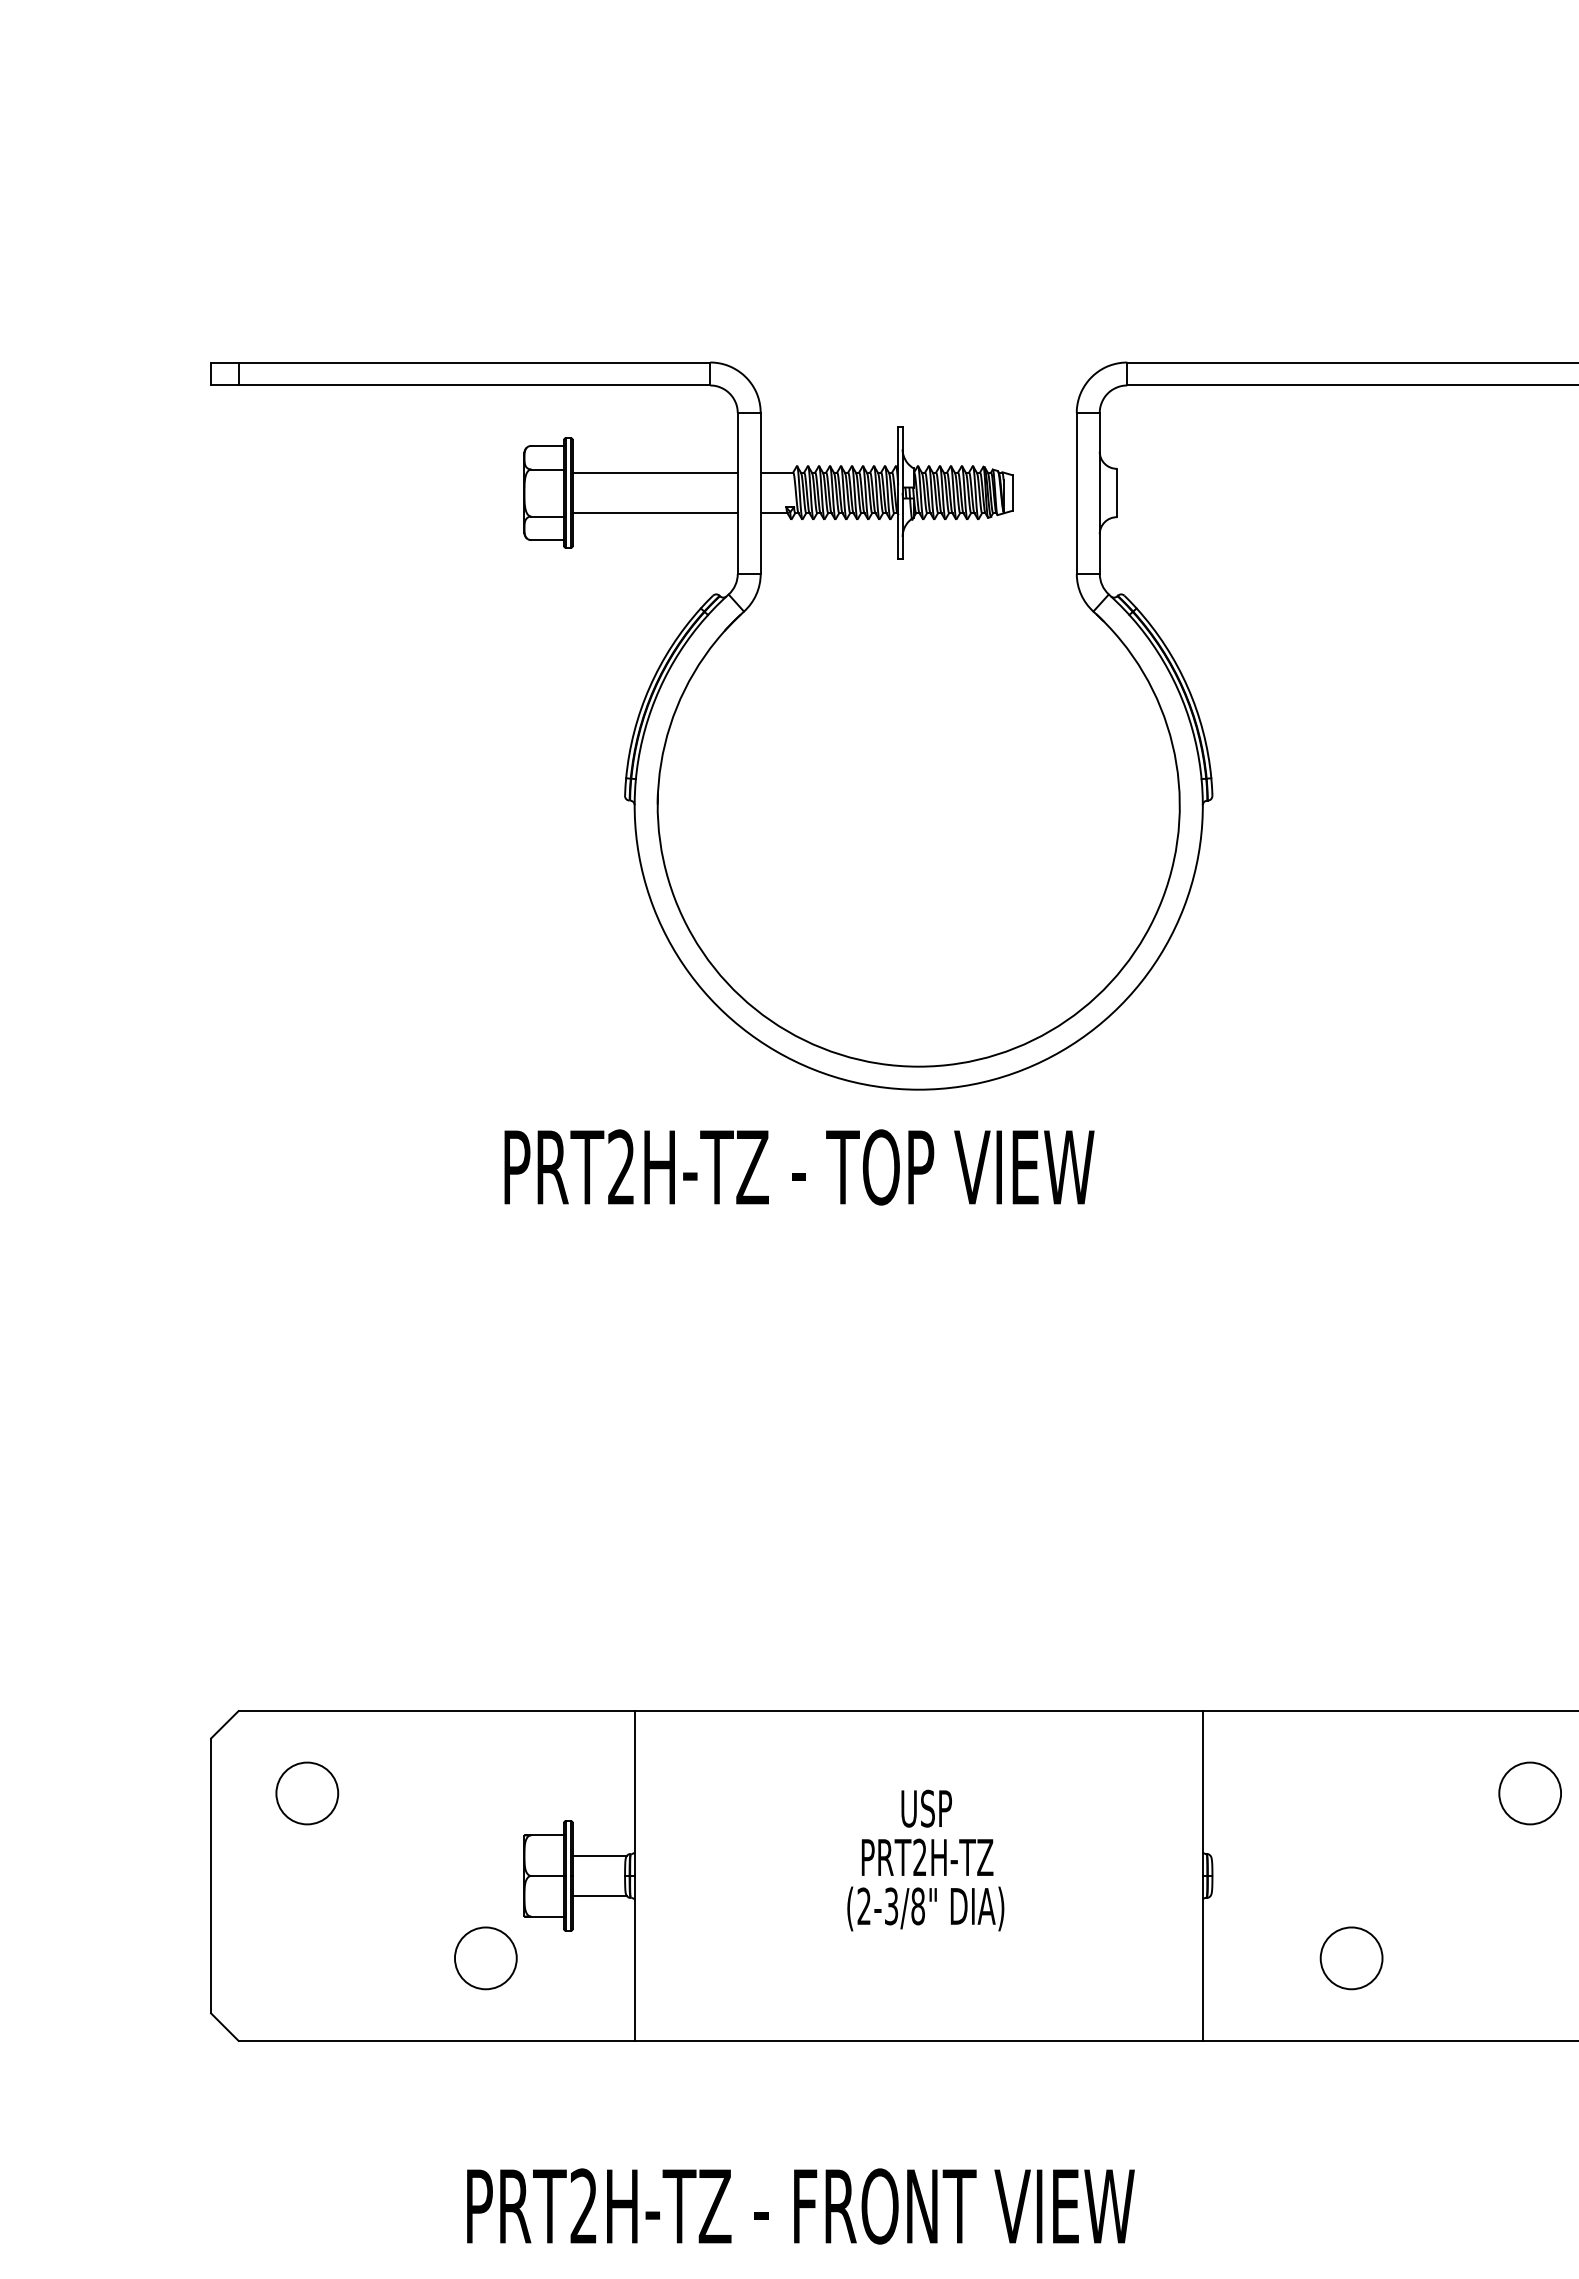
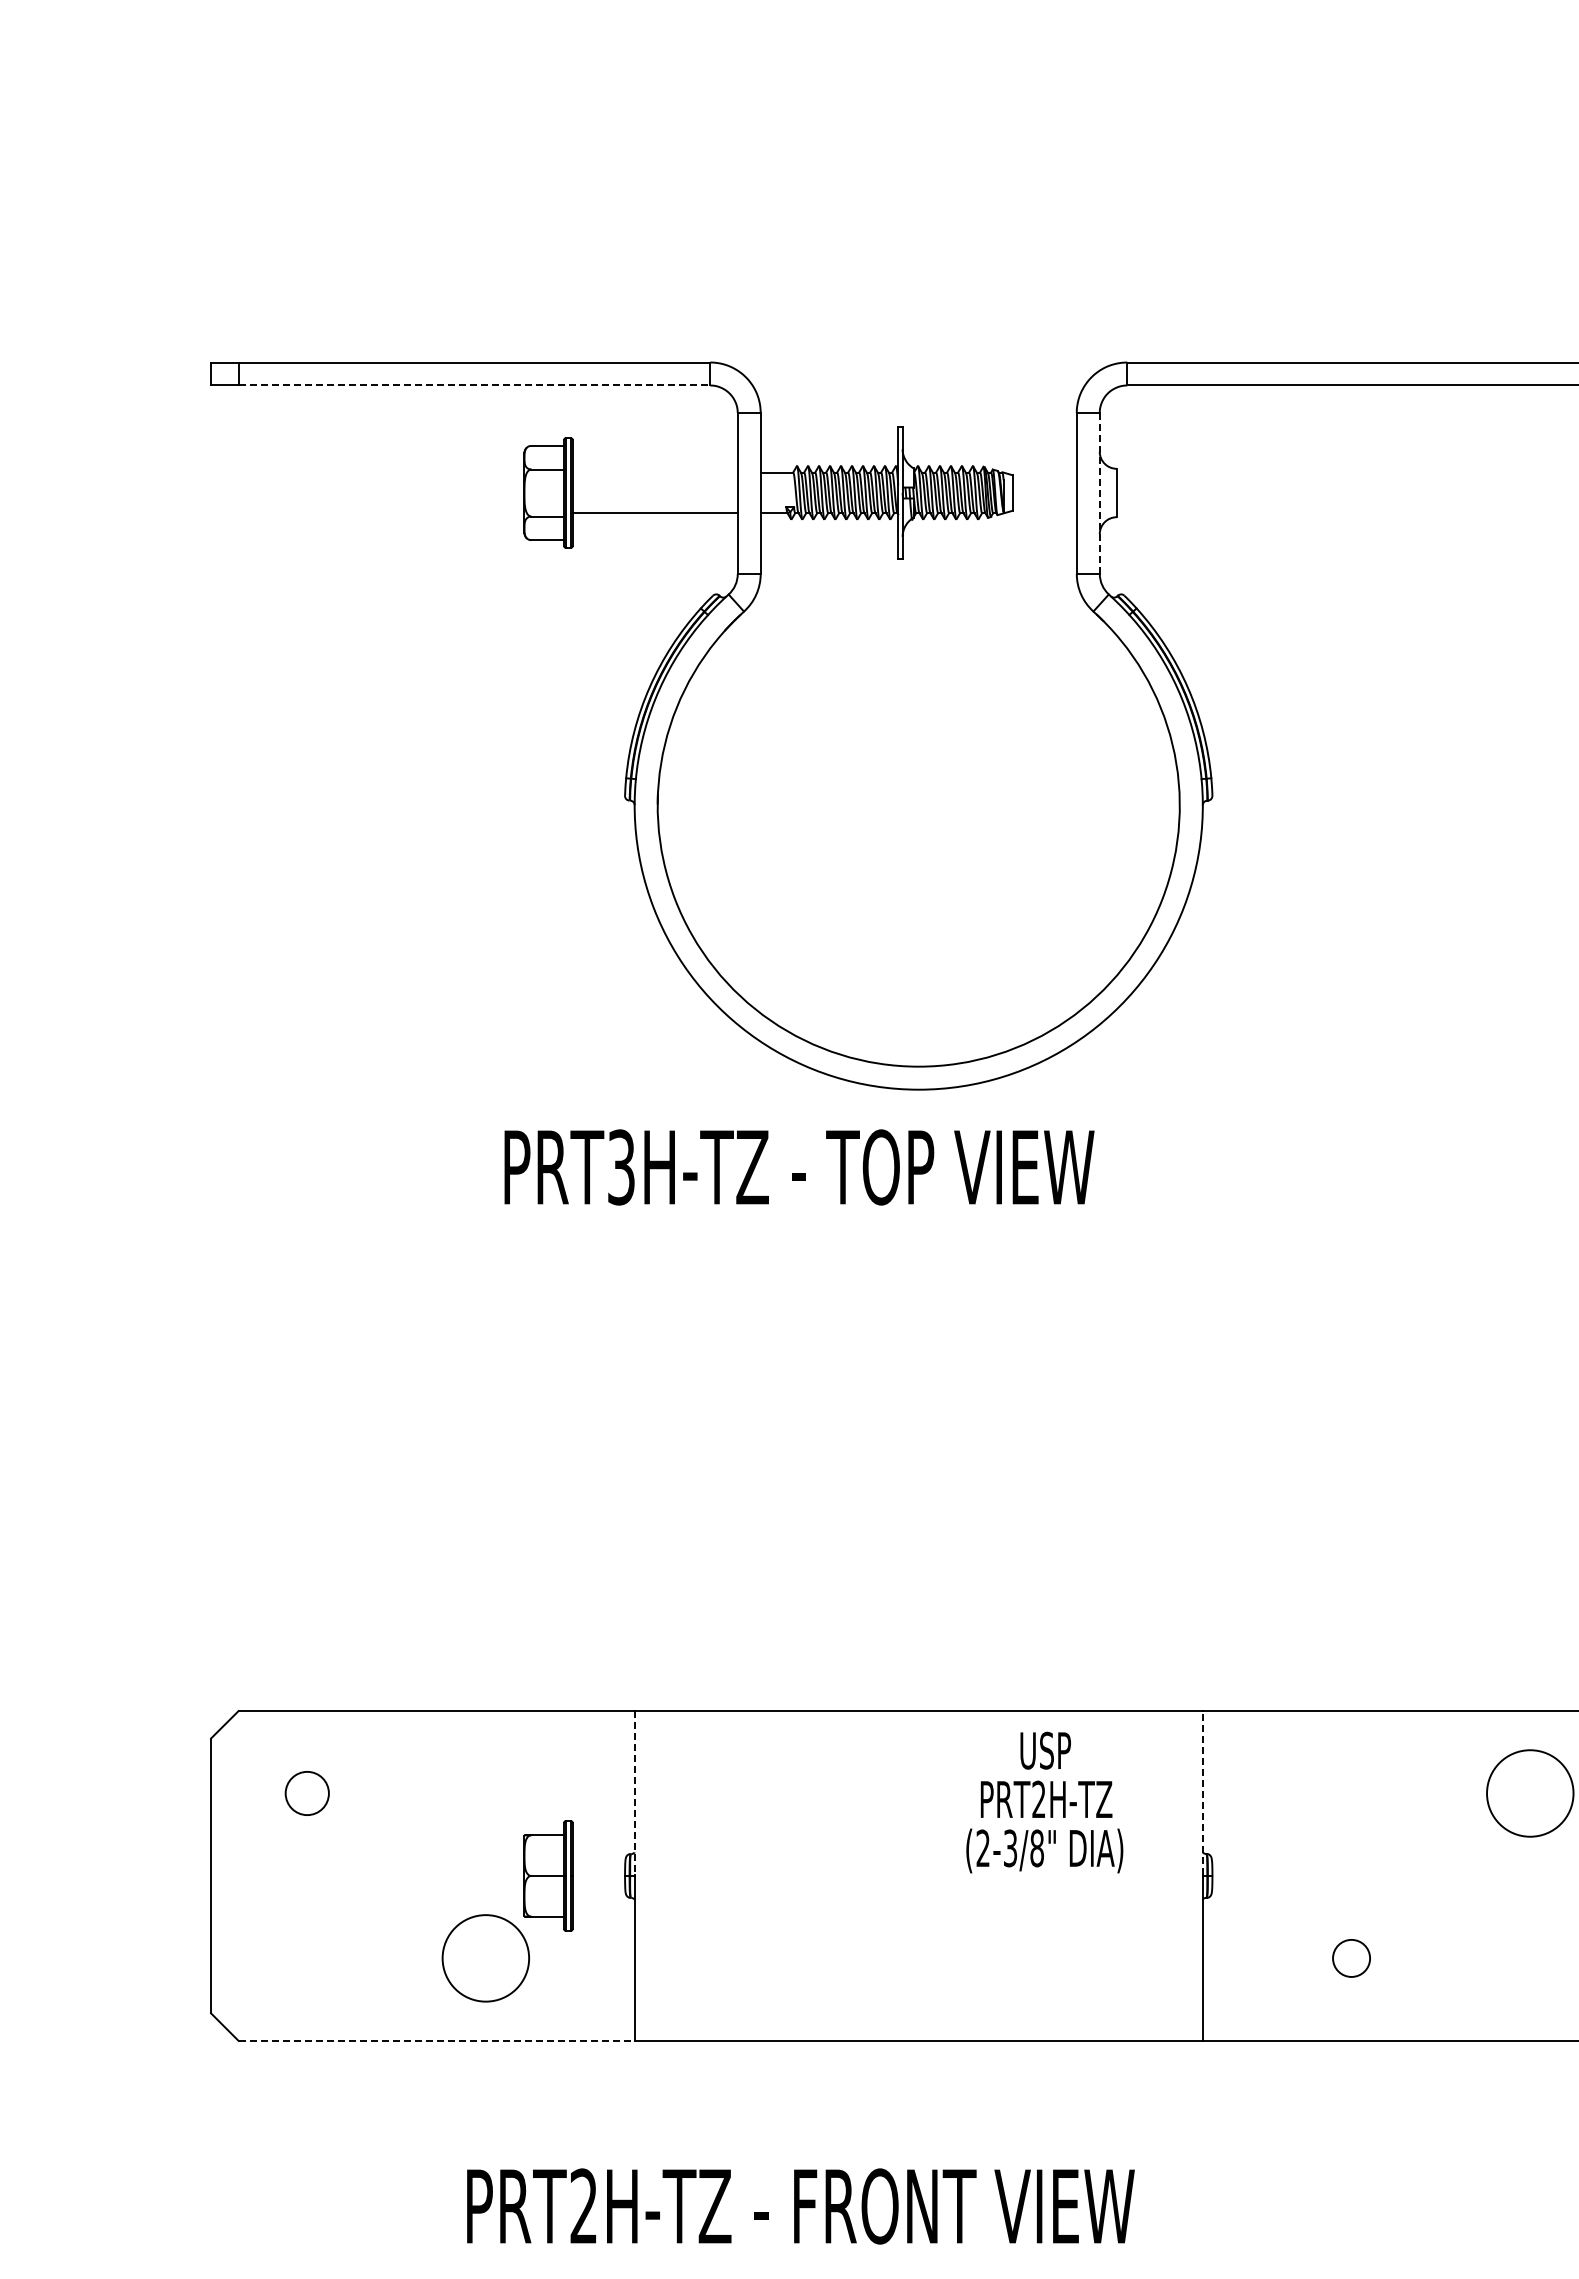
line at (474, 385): solid -> dashed
line at (654, 472): present -> none
line at (1099, 493): solid -> dashed
text at (621, 1167): PRT2H-TZ -> PRT3H-TZ
line at (1202, 1792): solid -> dashed
circle at (307, 1793) diameter: 62 px -> 43 px
line at (634, 1793): solid -> dashed
circle at (1529, 1793) size: 64x65 px -> 89x89 px
line at (599, 1855): present -> none
text at (925, 1860) position: (925, 1860) -> (1044, 1802)
line at (599, 1896): present -> none
circle at (485, 1958) diameter: 62 px -> 87 px
circle at (1351, 1958) size: 65x65 px -> 39x39 px
line at (437, 2040): solid -> dashed
